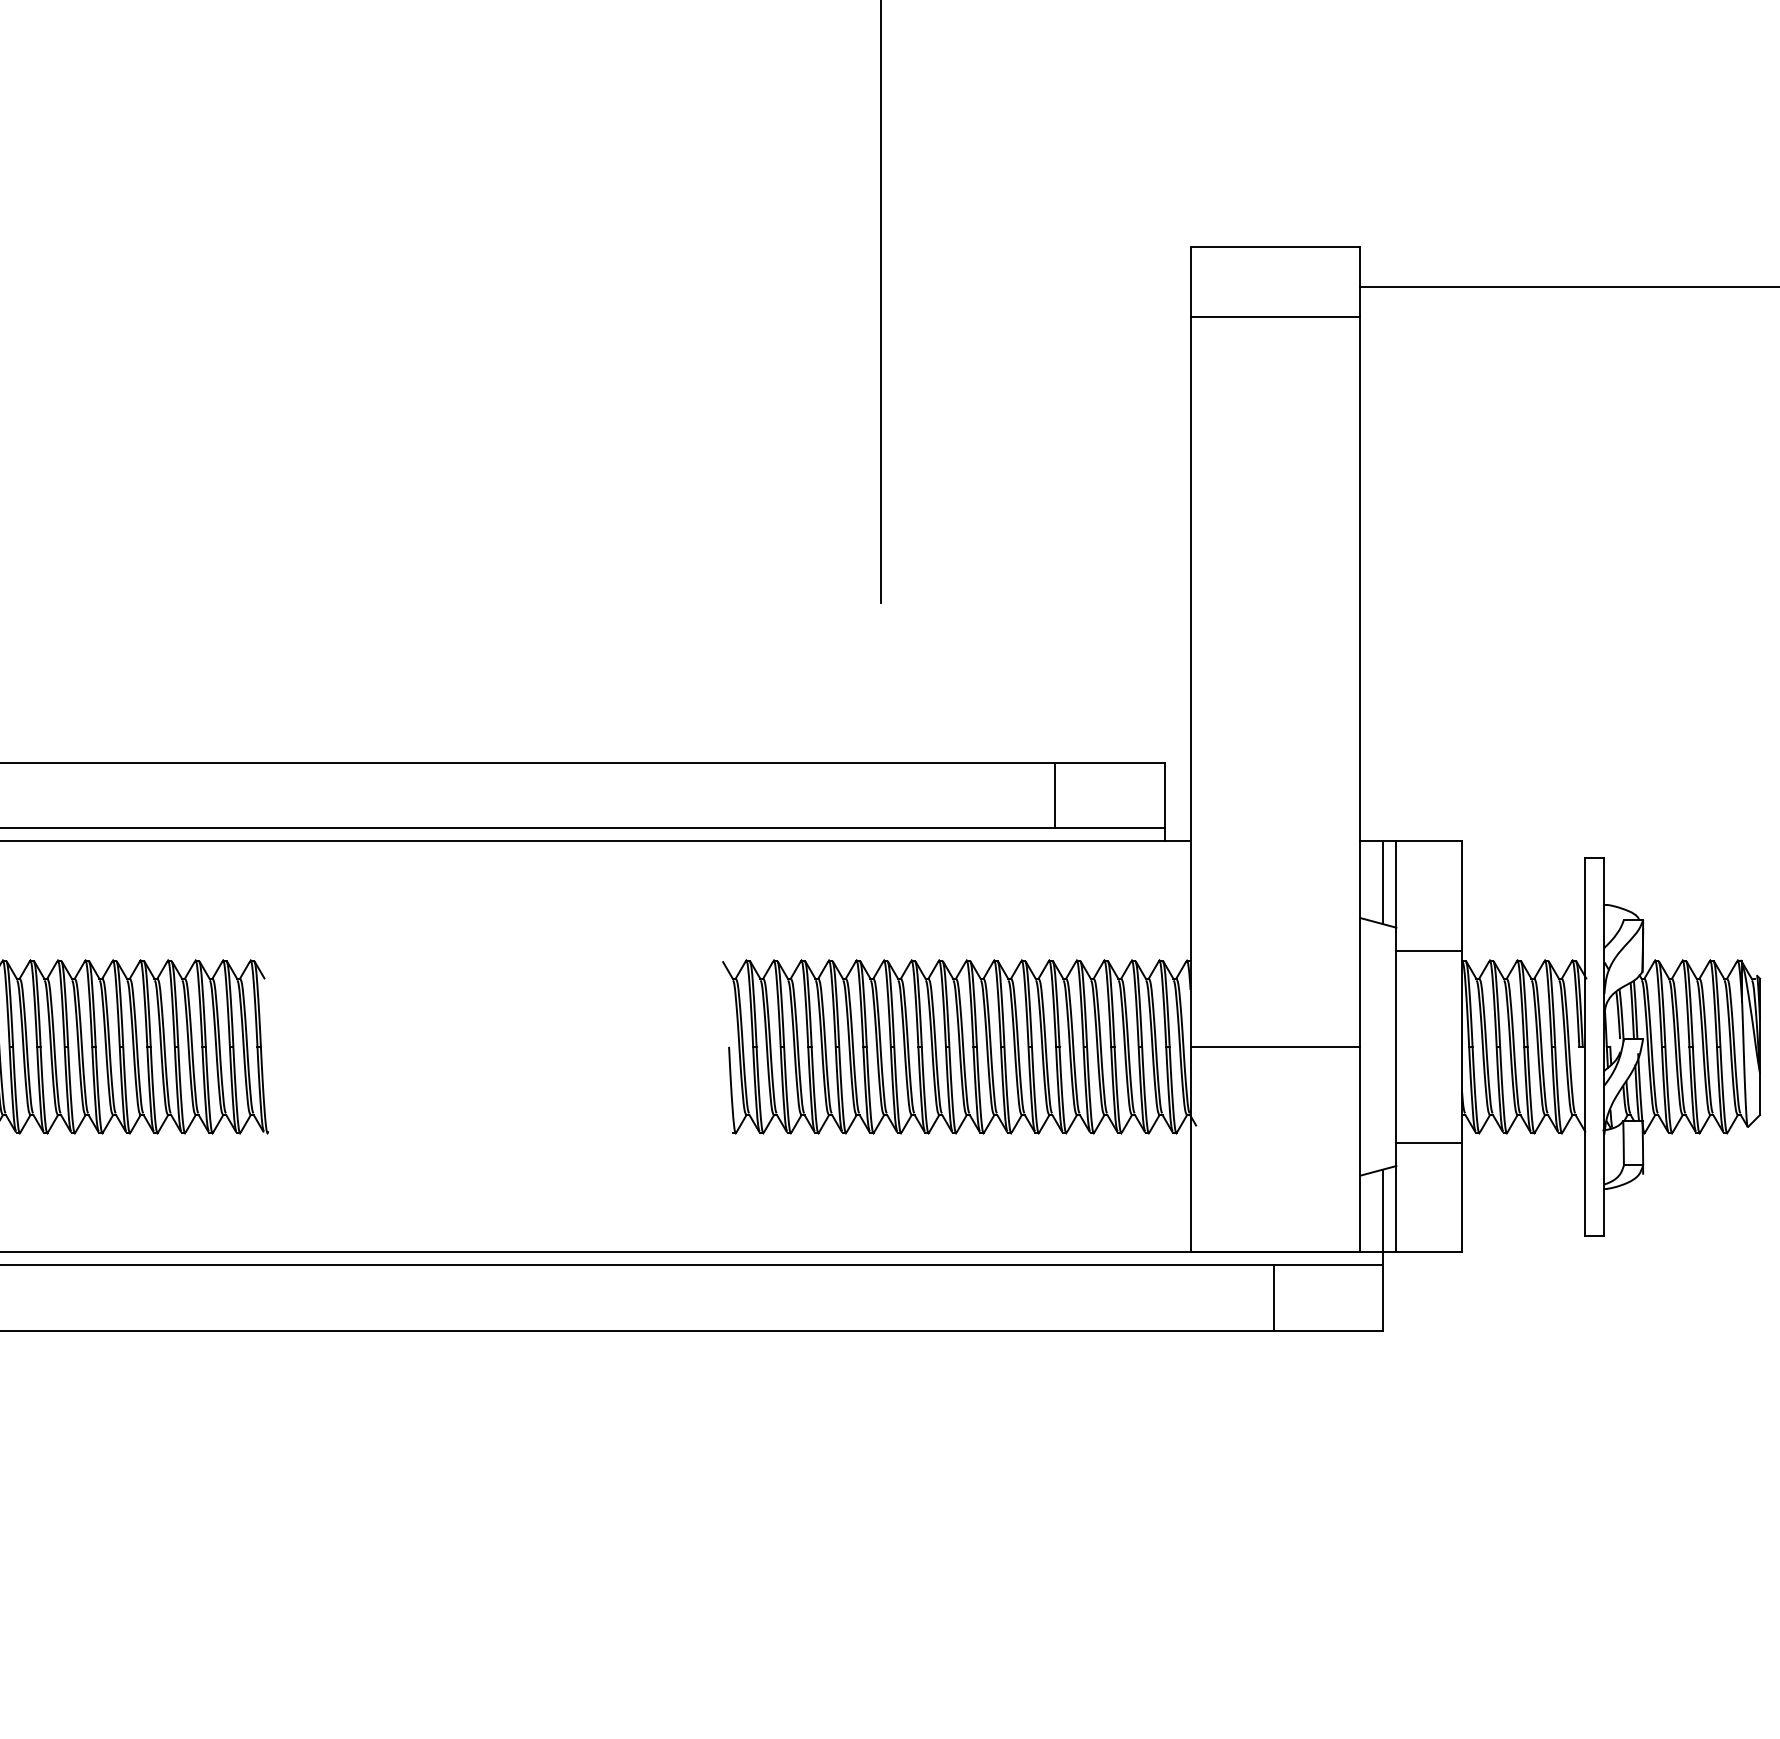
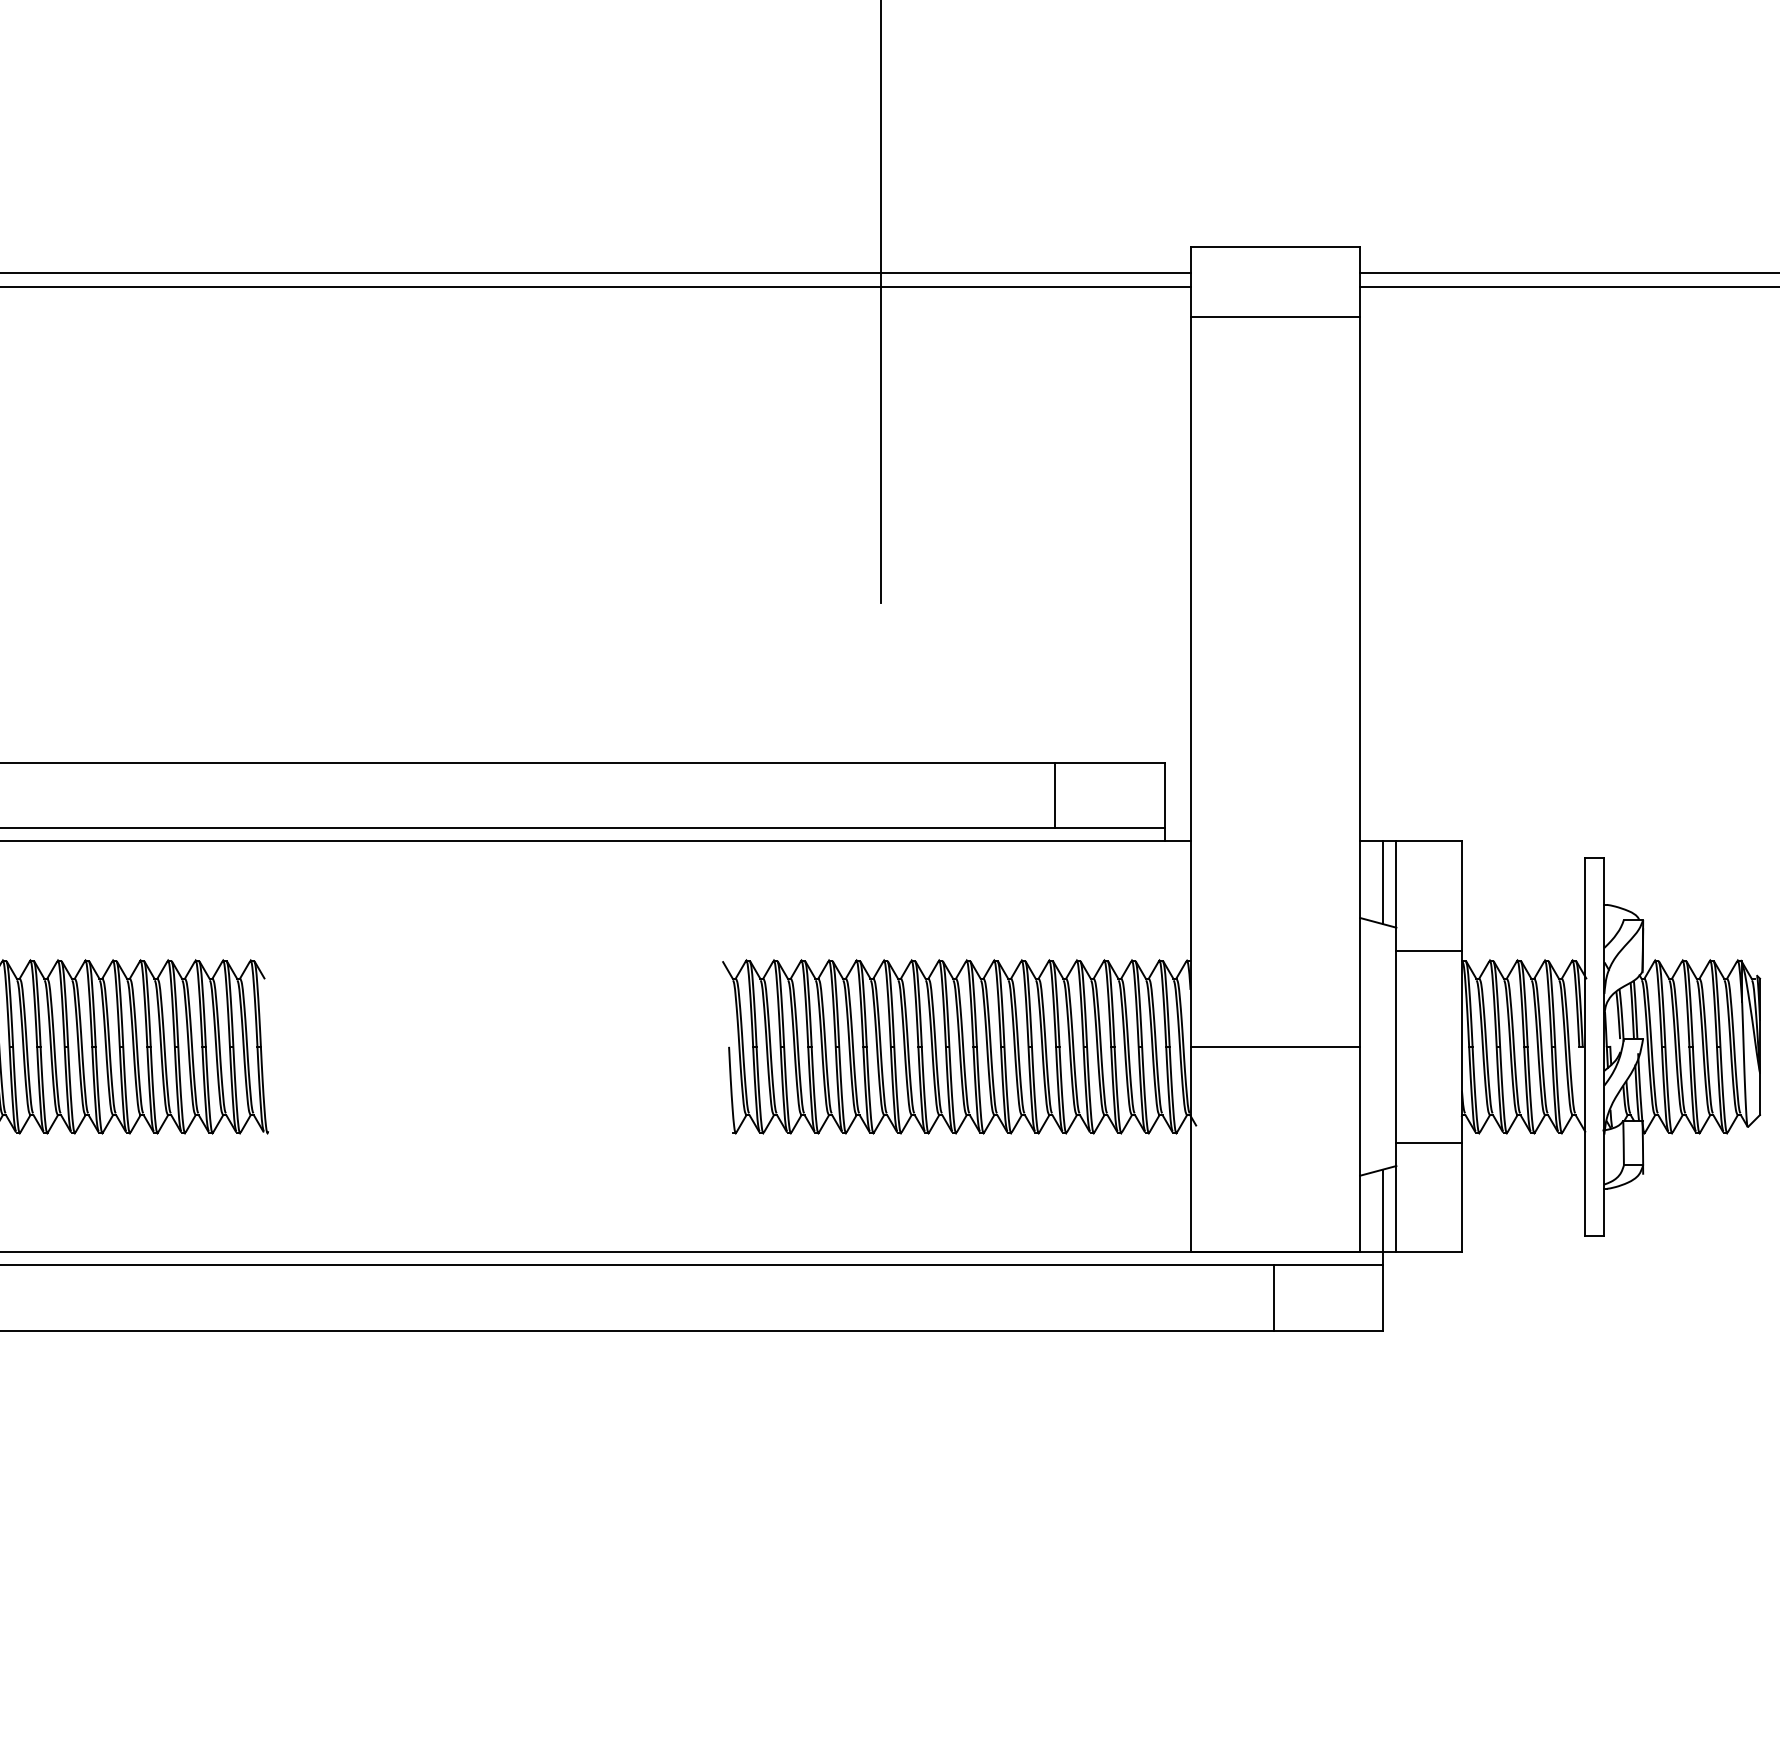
line at (596, 273): none -> present
line at (1568, 273): none -> present
line at (596, 287): none -> present
